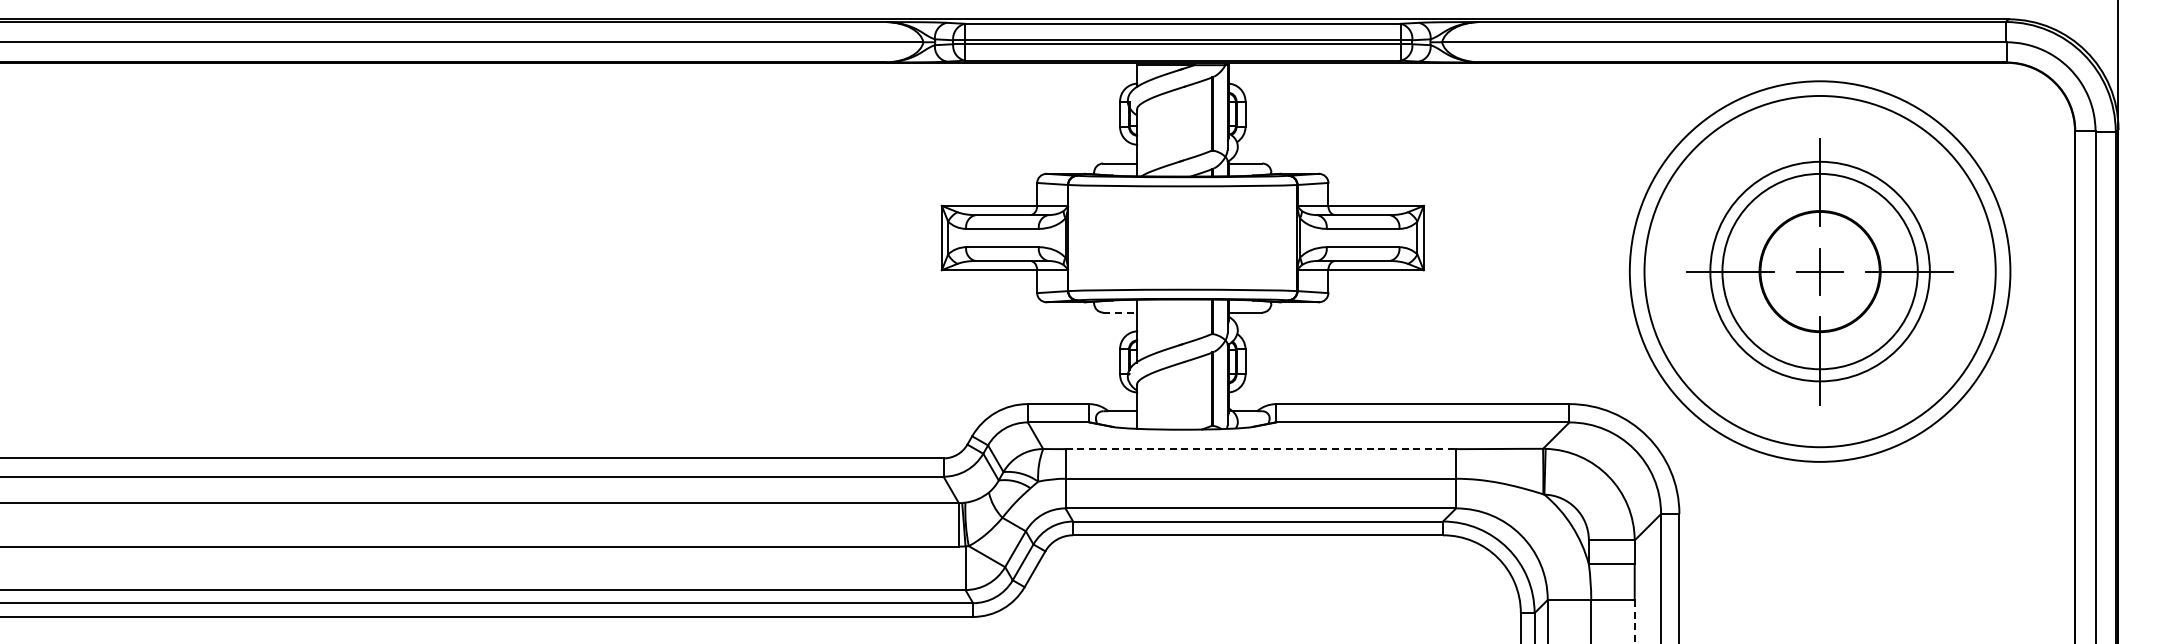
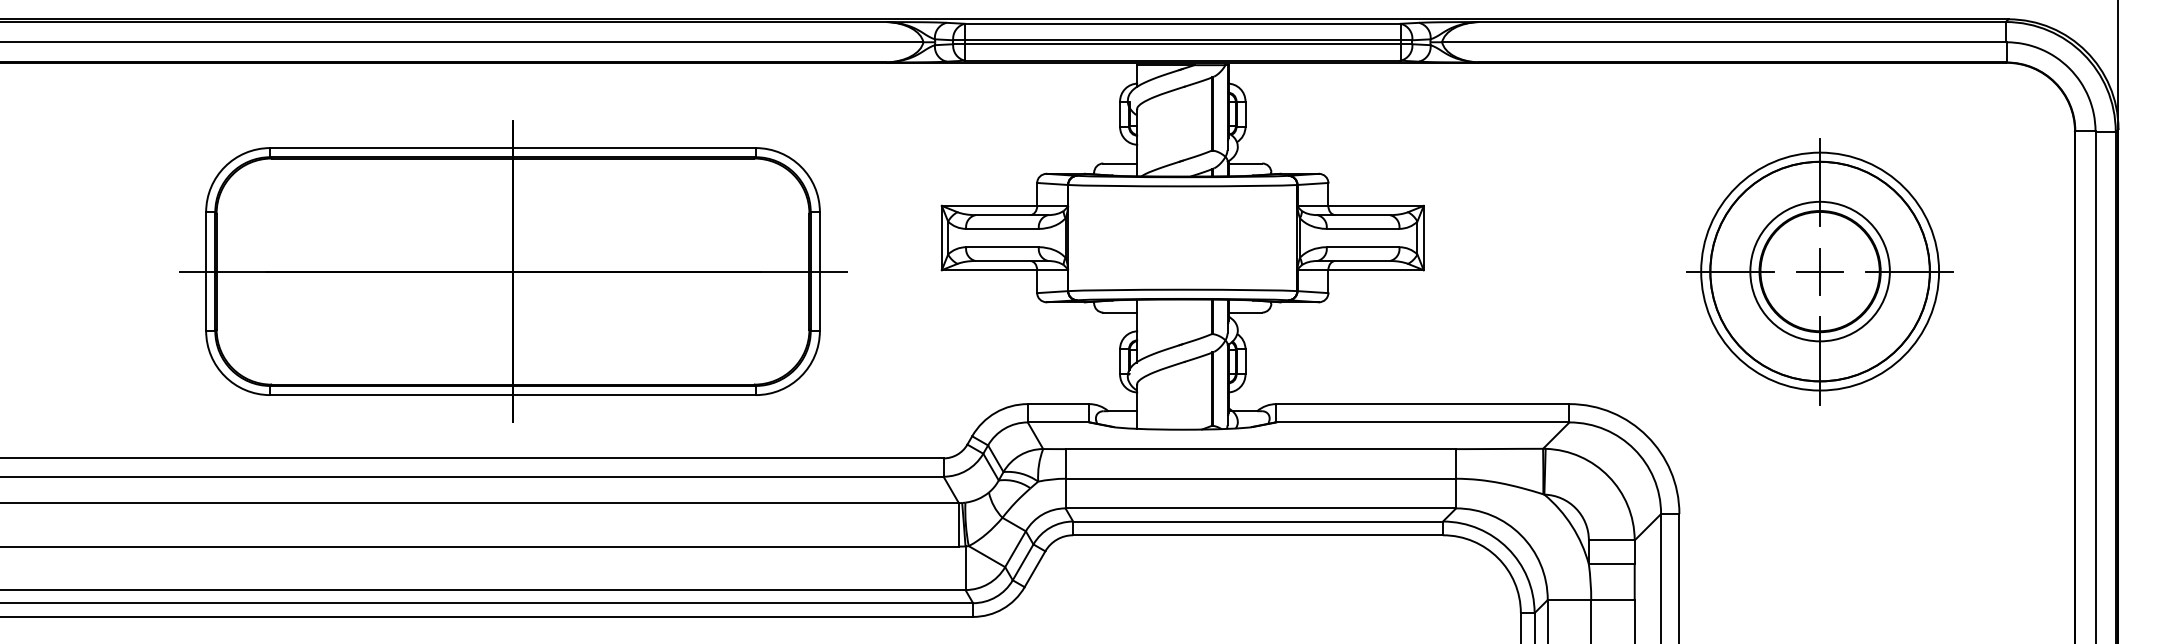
part at (513, 271): none -> present
circle at (1819, 271) diameter: 195 px -> 140 px
circle at (1819, 271) diameter: 351 px -> 220 px
circle at (1819, 271) diameter: 381 px -> 238 px
line at (1120, 312): dashed -> solid
line at (1261, 449): dashed -> solid
line at (1634, 622): dashed -> solid
